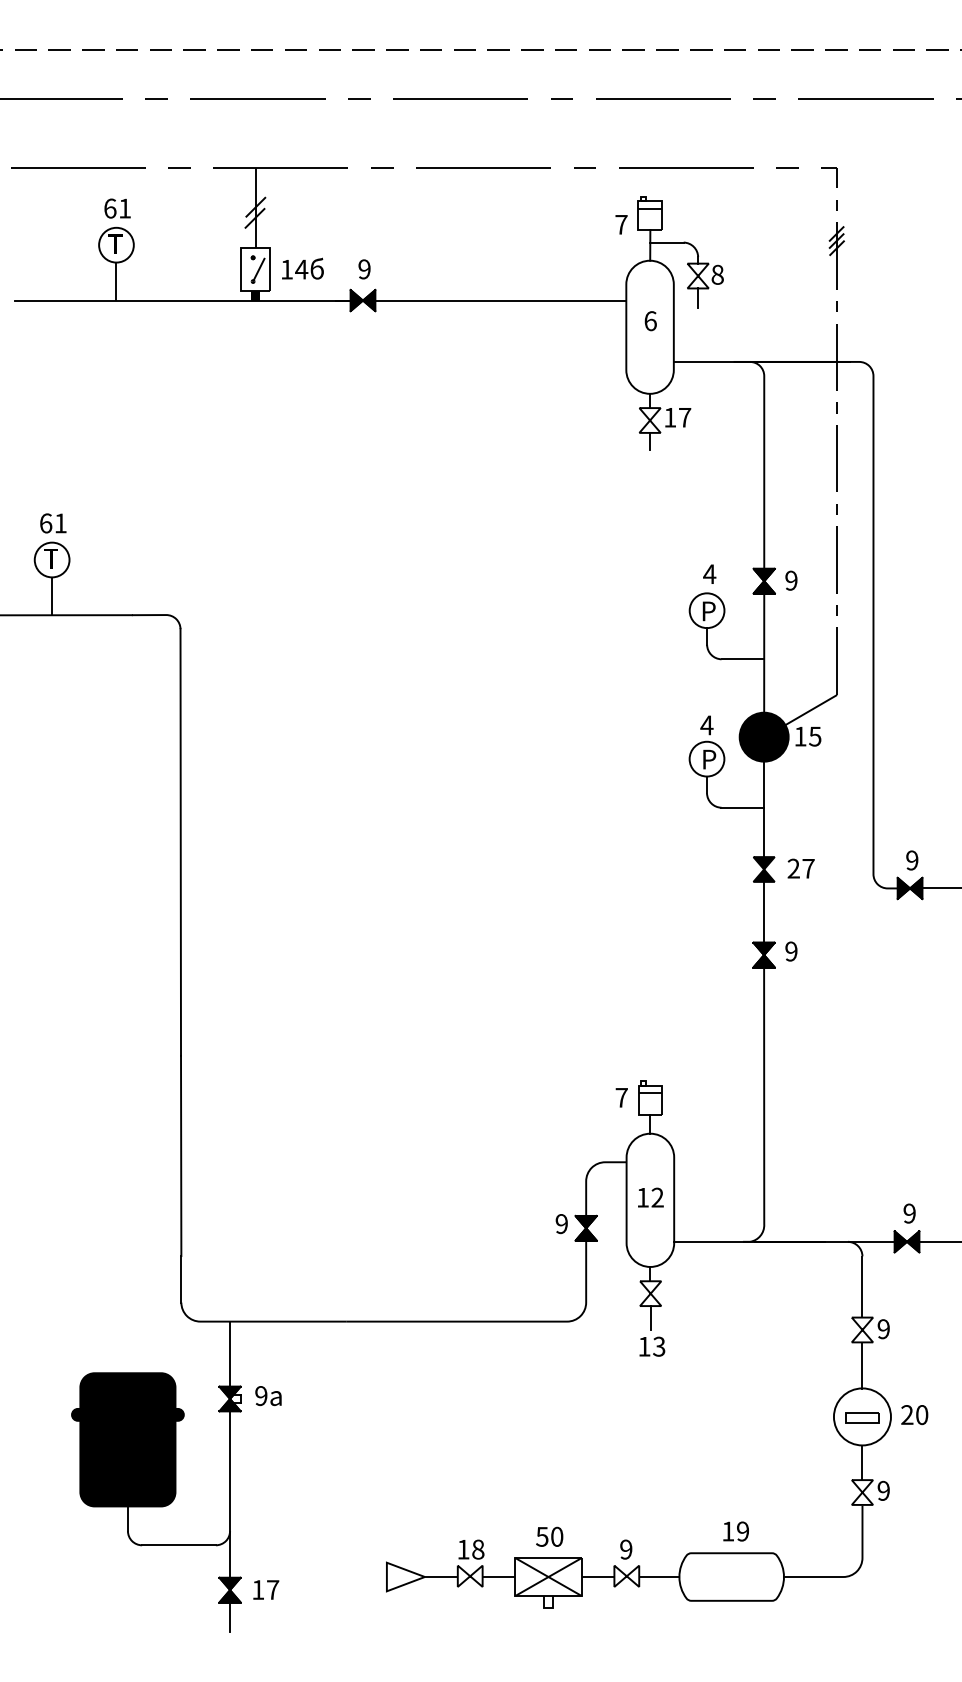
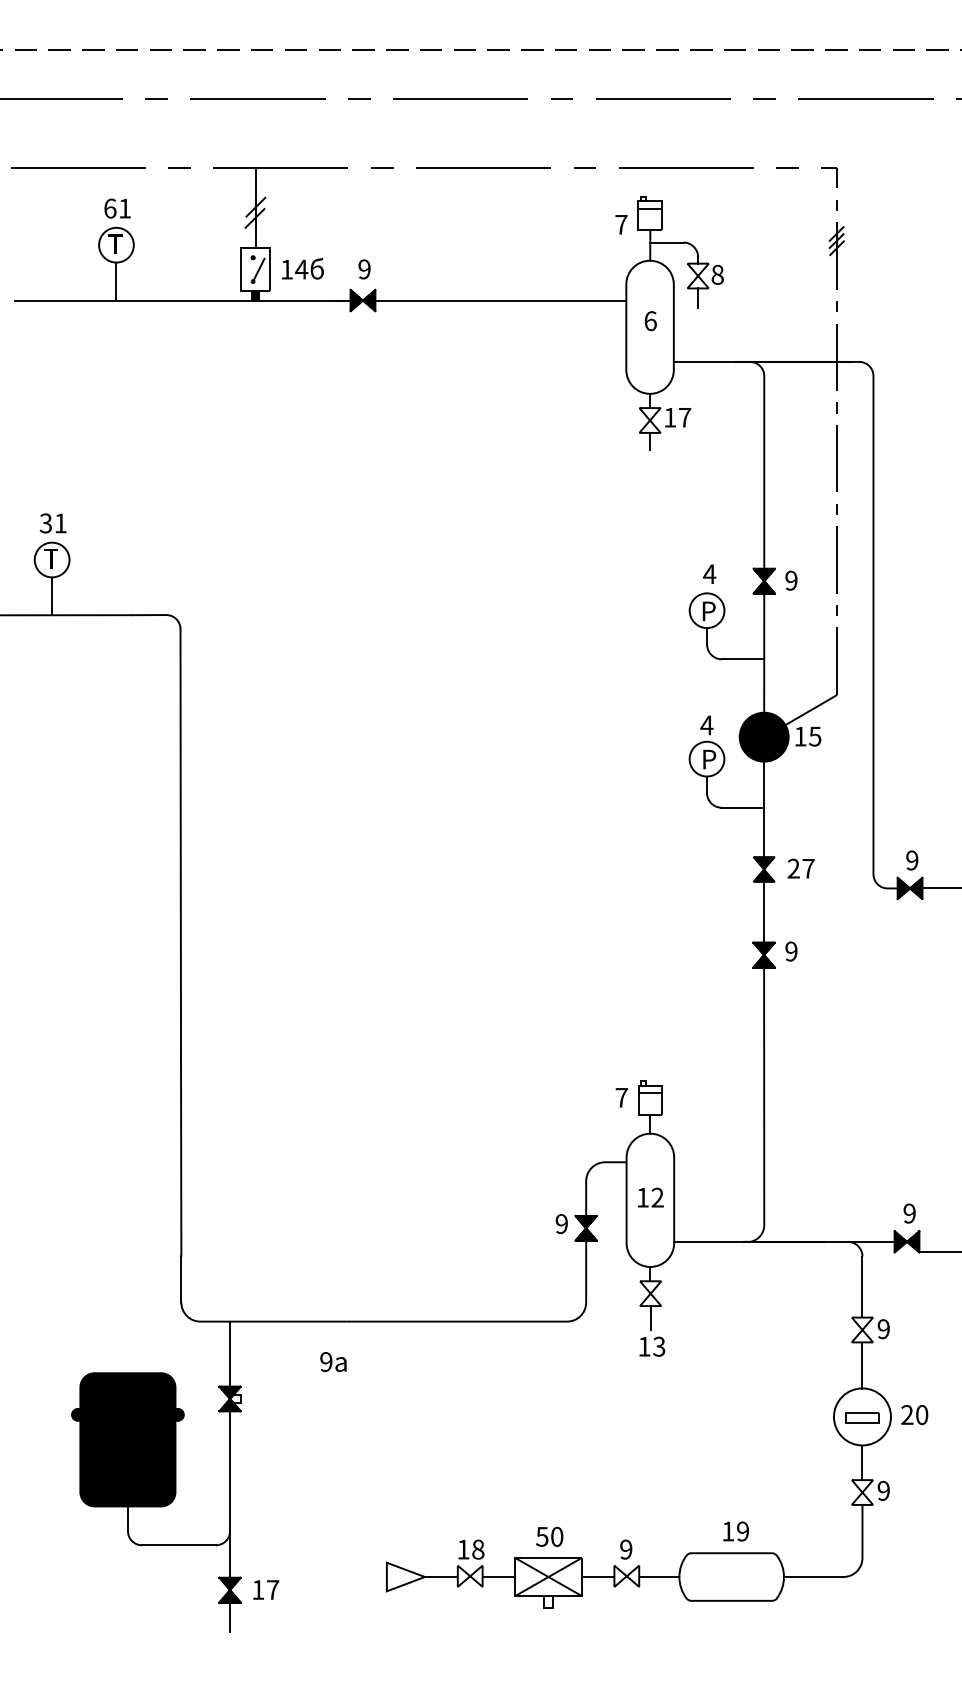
text at (45, 523): 61 -> 31
line at (938, 1241) position: (938, 1241) -> (938, 1251)
text at (268, 1396) position: (268, 1396) -> (333, 1362)
